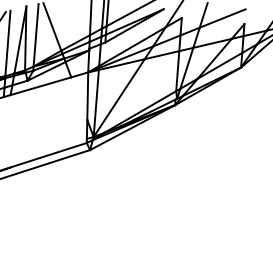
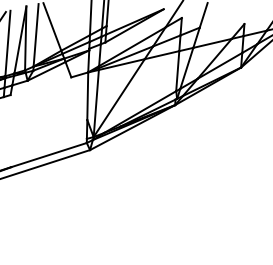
line at (128, 14): present -> none
line at (222, 18): present -> none
line at (40, 86): present -> none
